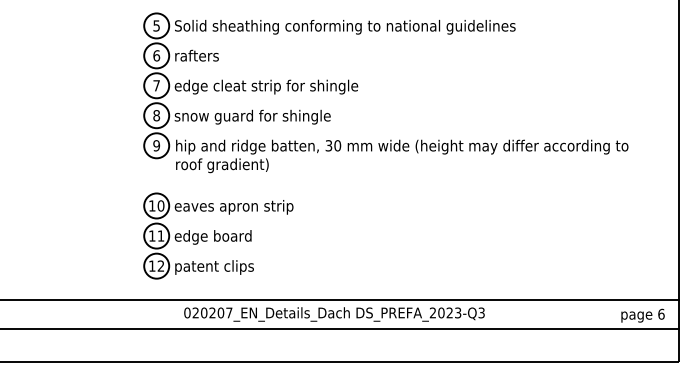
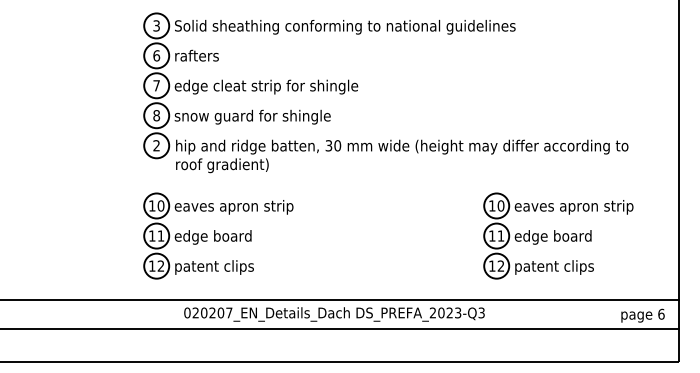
text at (156, 25): 5 -> 3
text at (156, 145): 9 -> 2
part at (558, 235): none -> present
